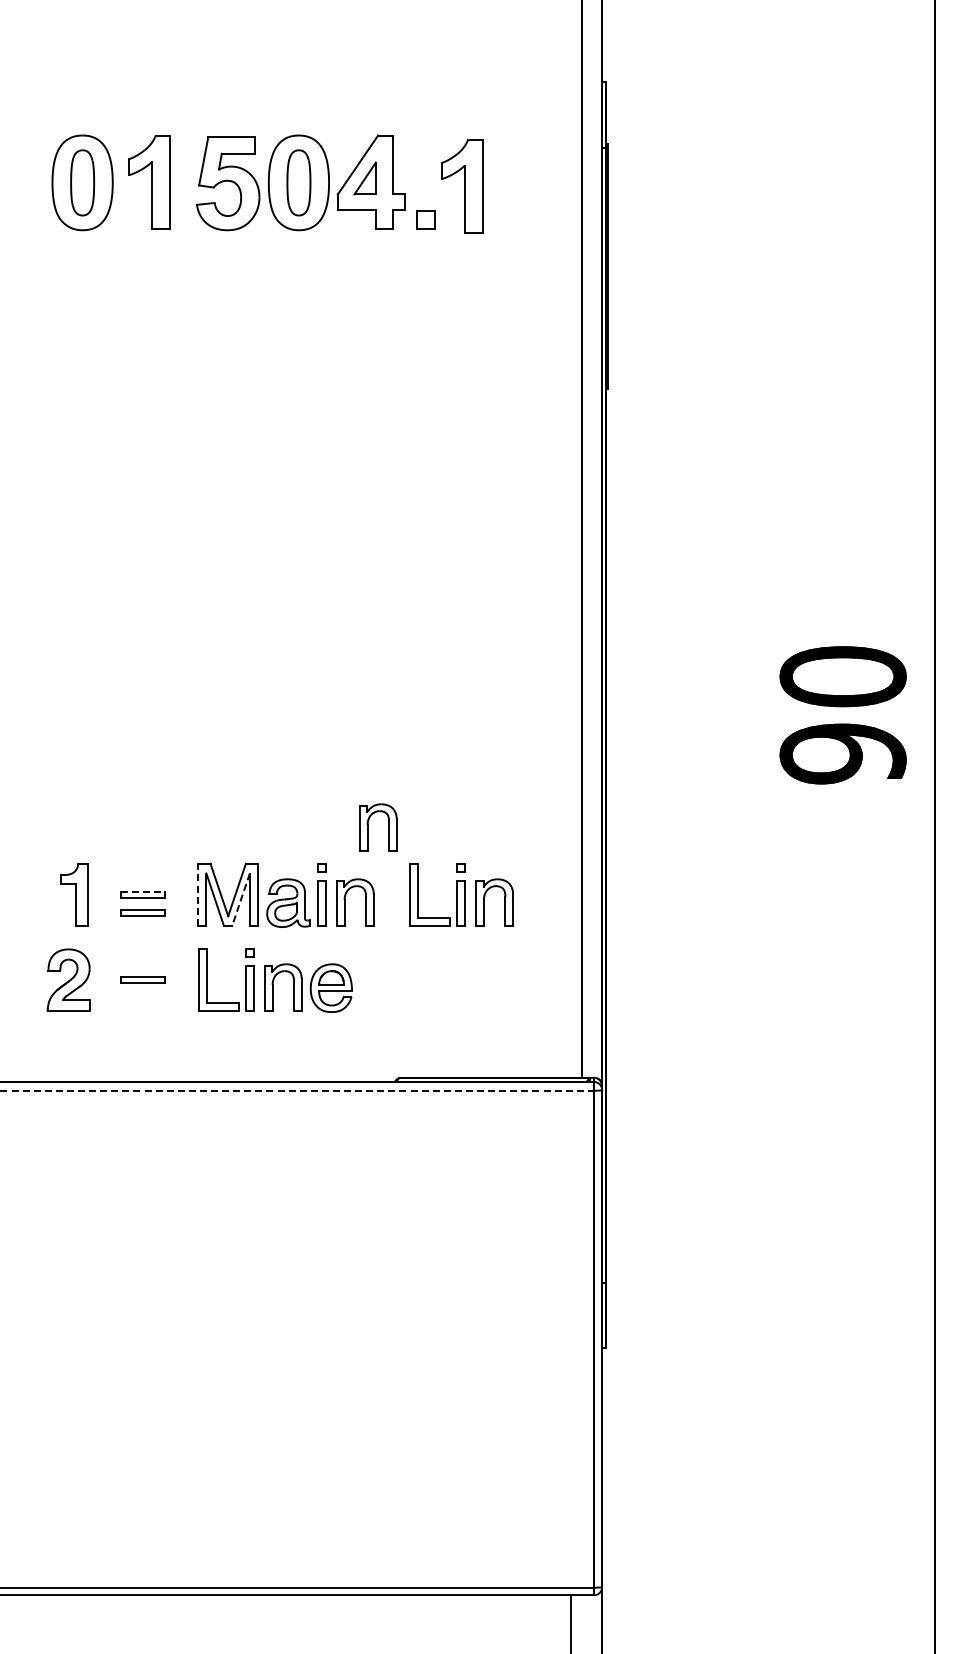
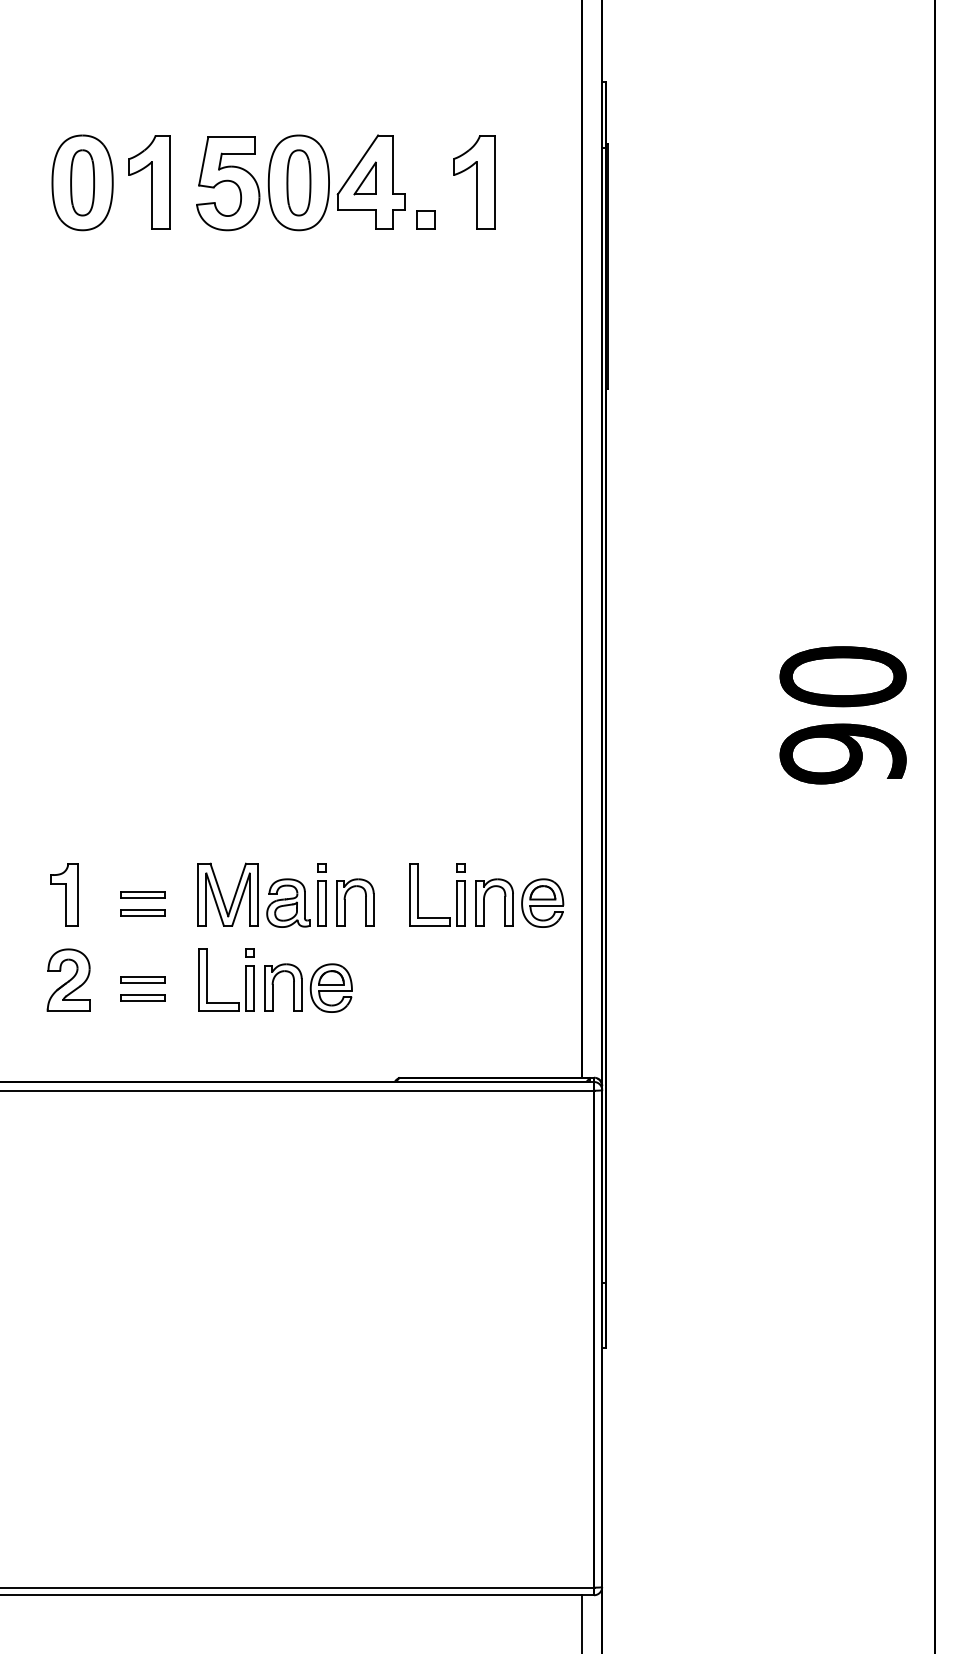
part at (462, 186) position: (462, 186) -> (474, 182)
part at (368, 827): present -> none
line at (142, 892): dashed -> solid
part at (74, 894) position: (74, 894) -> (64, 894)
line at (198, 894): dashed -> solid
line at (241, 899): dashed -> solid
part at (542, 902): none -> present
part at (142, 997): none -> present
line at (297, 1090): dashed -> solid
line at (570, 1622) position: (570, 1622) -> (581, 1622)
